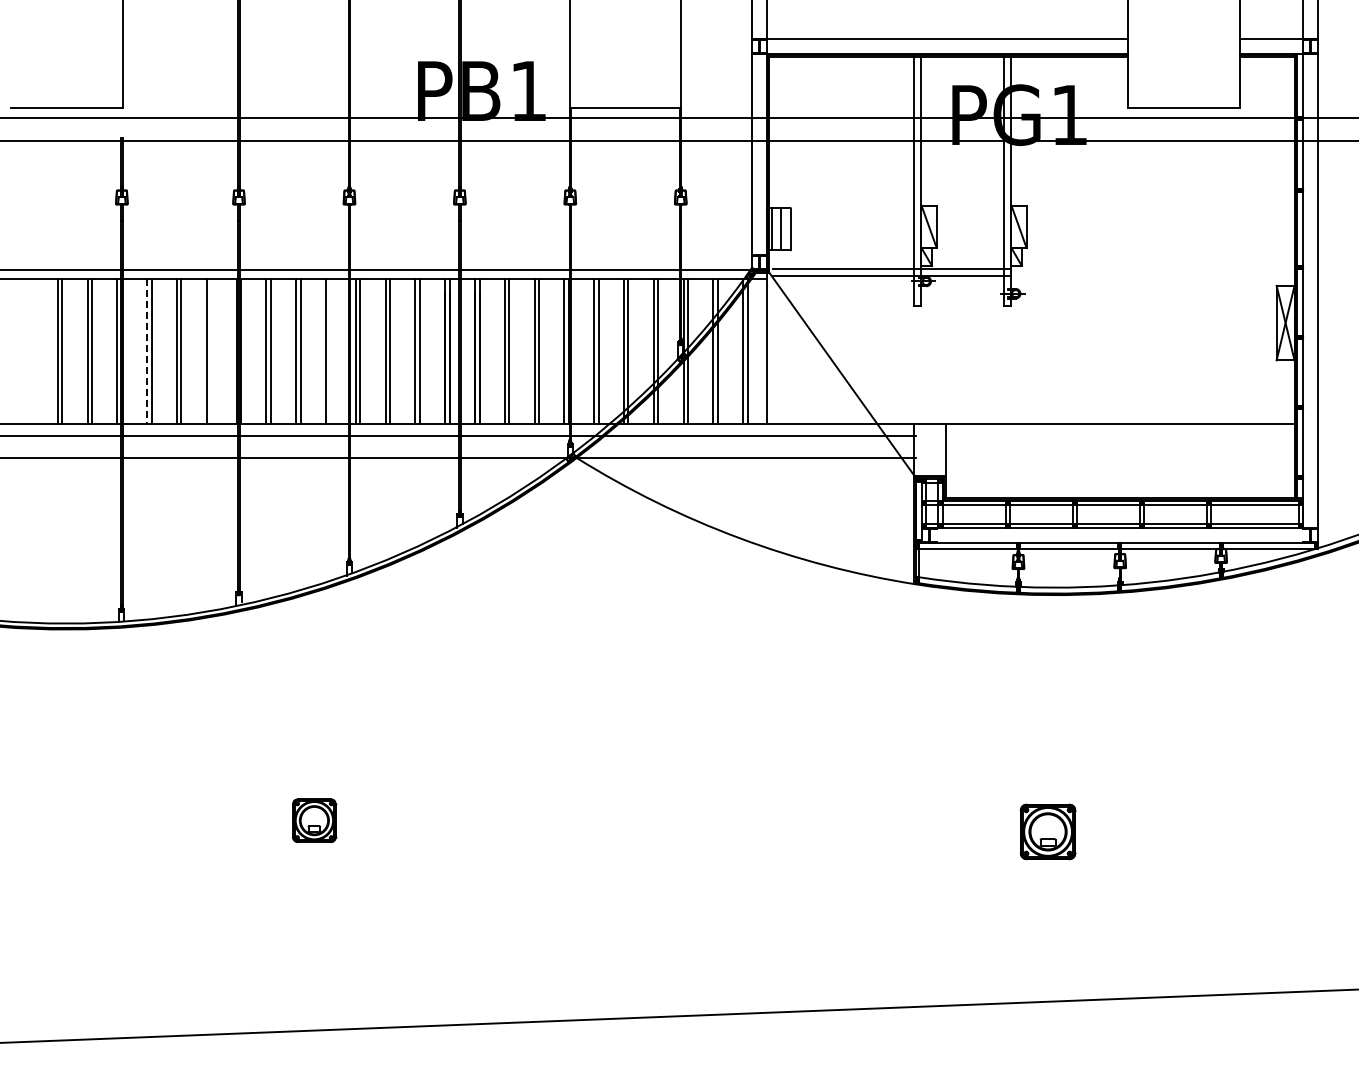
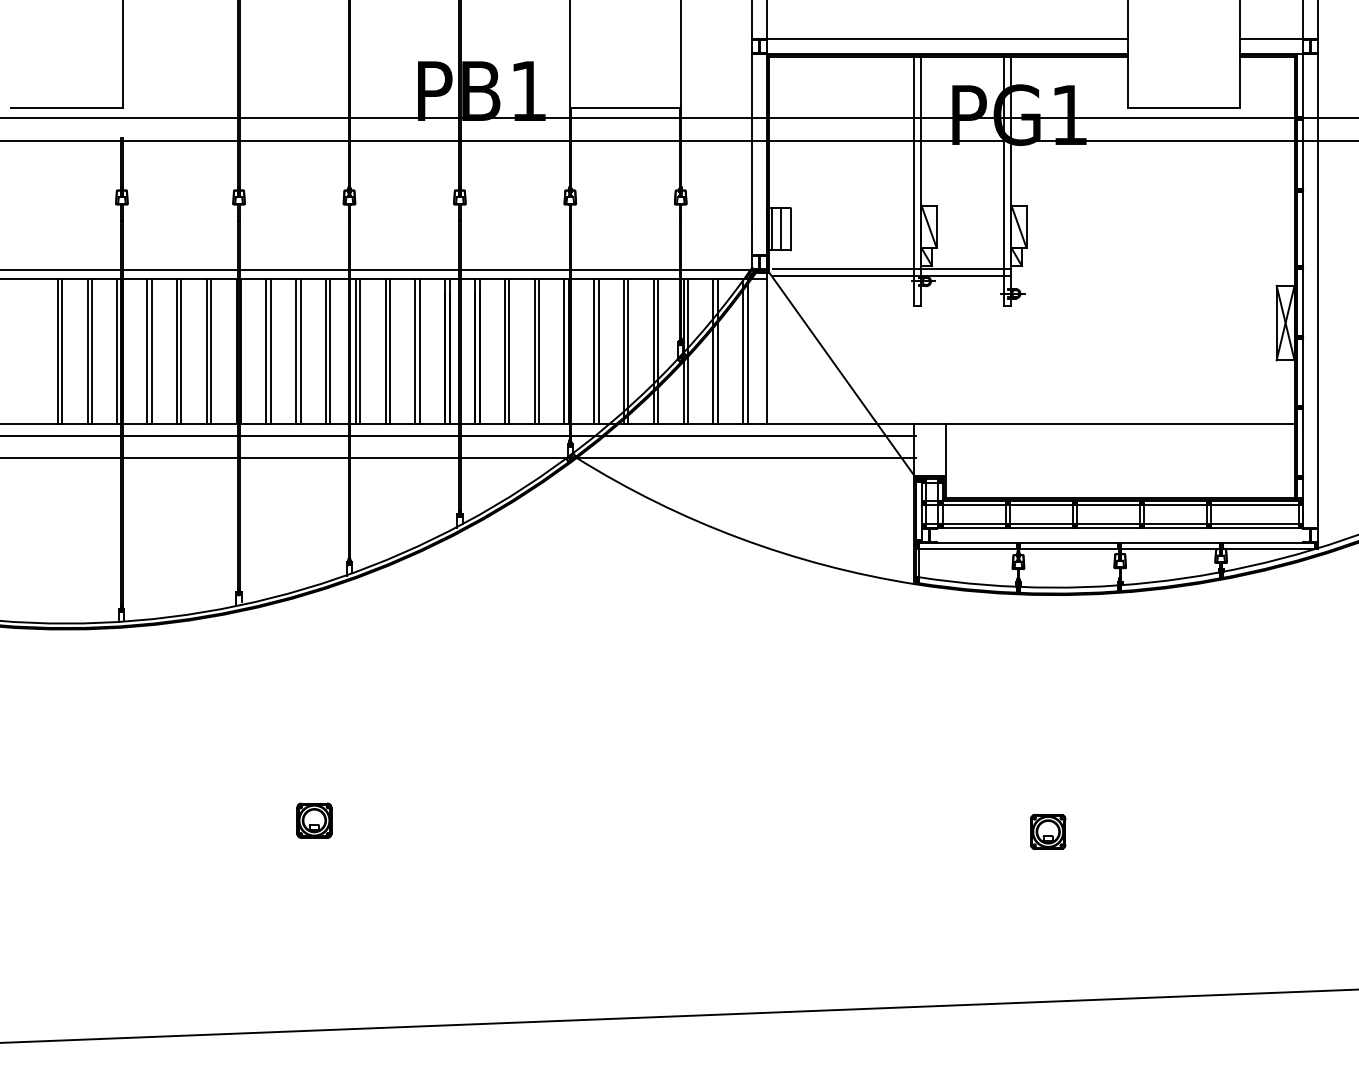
line at (147, 351): dashed -> solid
line at (211, 351): none -> present
line at (330, 351): none -> present
part at (314, 820) size: 46x46 px -> 37x37 px
part at (1047, 831) size: 58x58 px -> 37x38 px
